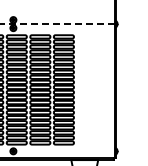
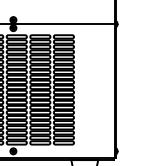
line at (57, 24): dashed -> solid
